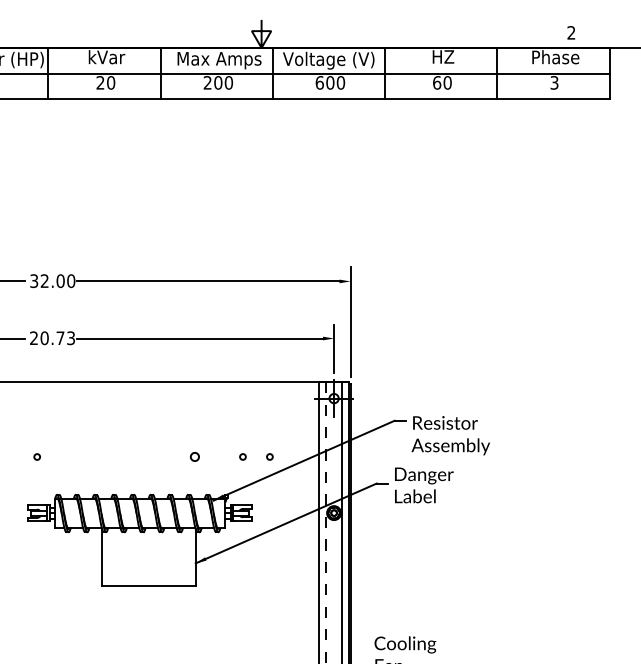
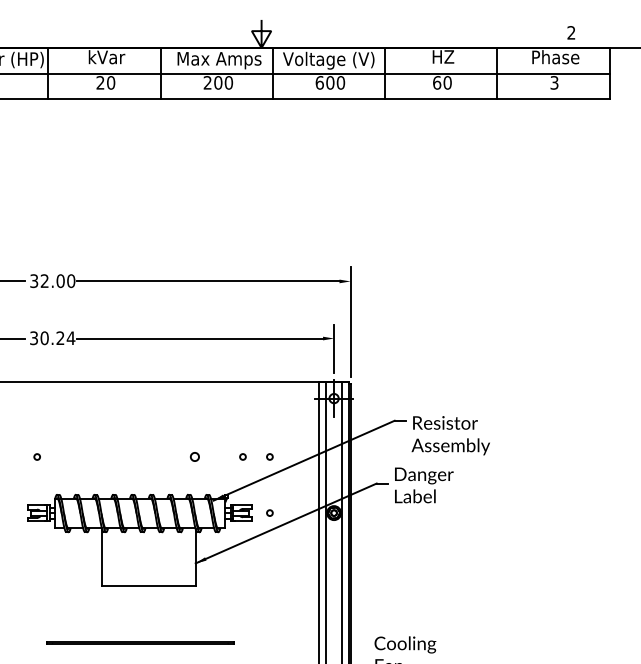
text at (52, 338): 20.73 -> 30.24
circle at (269, 512): none -> present
line at (325, 523): dashed -> solid
line at (140, 642): none -> present
